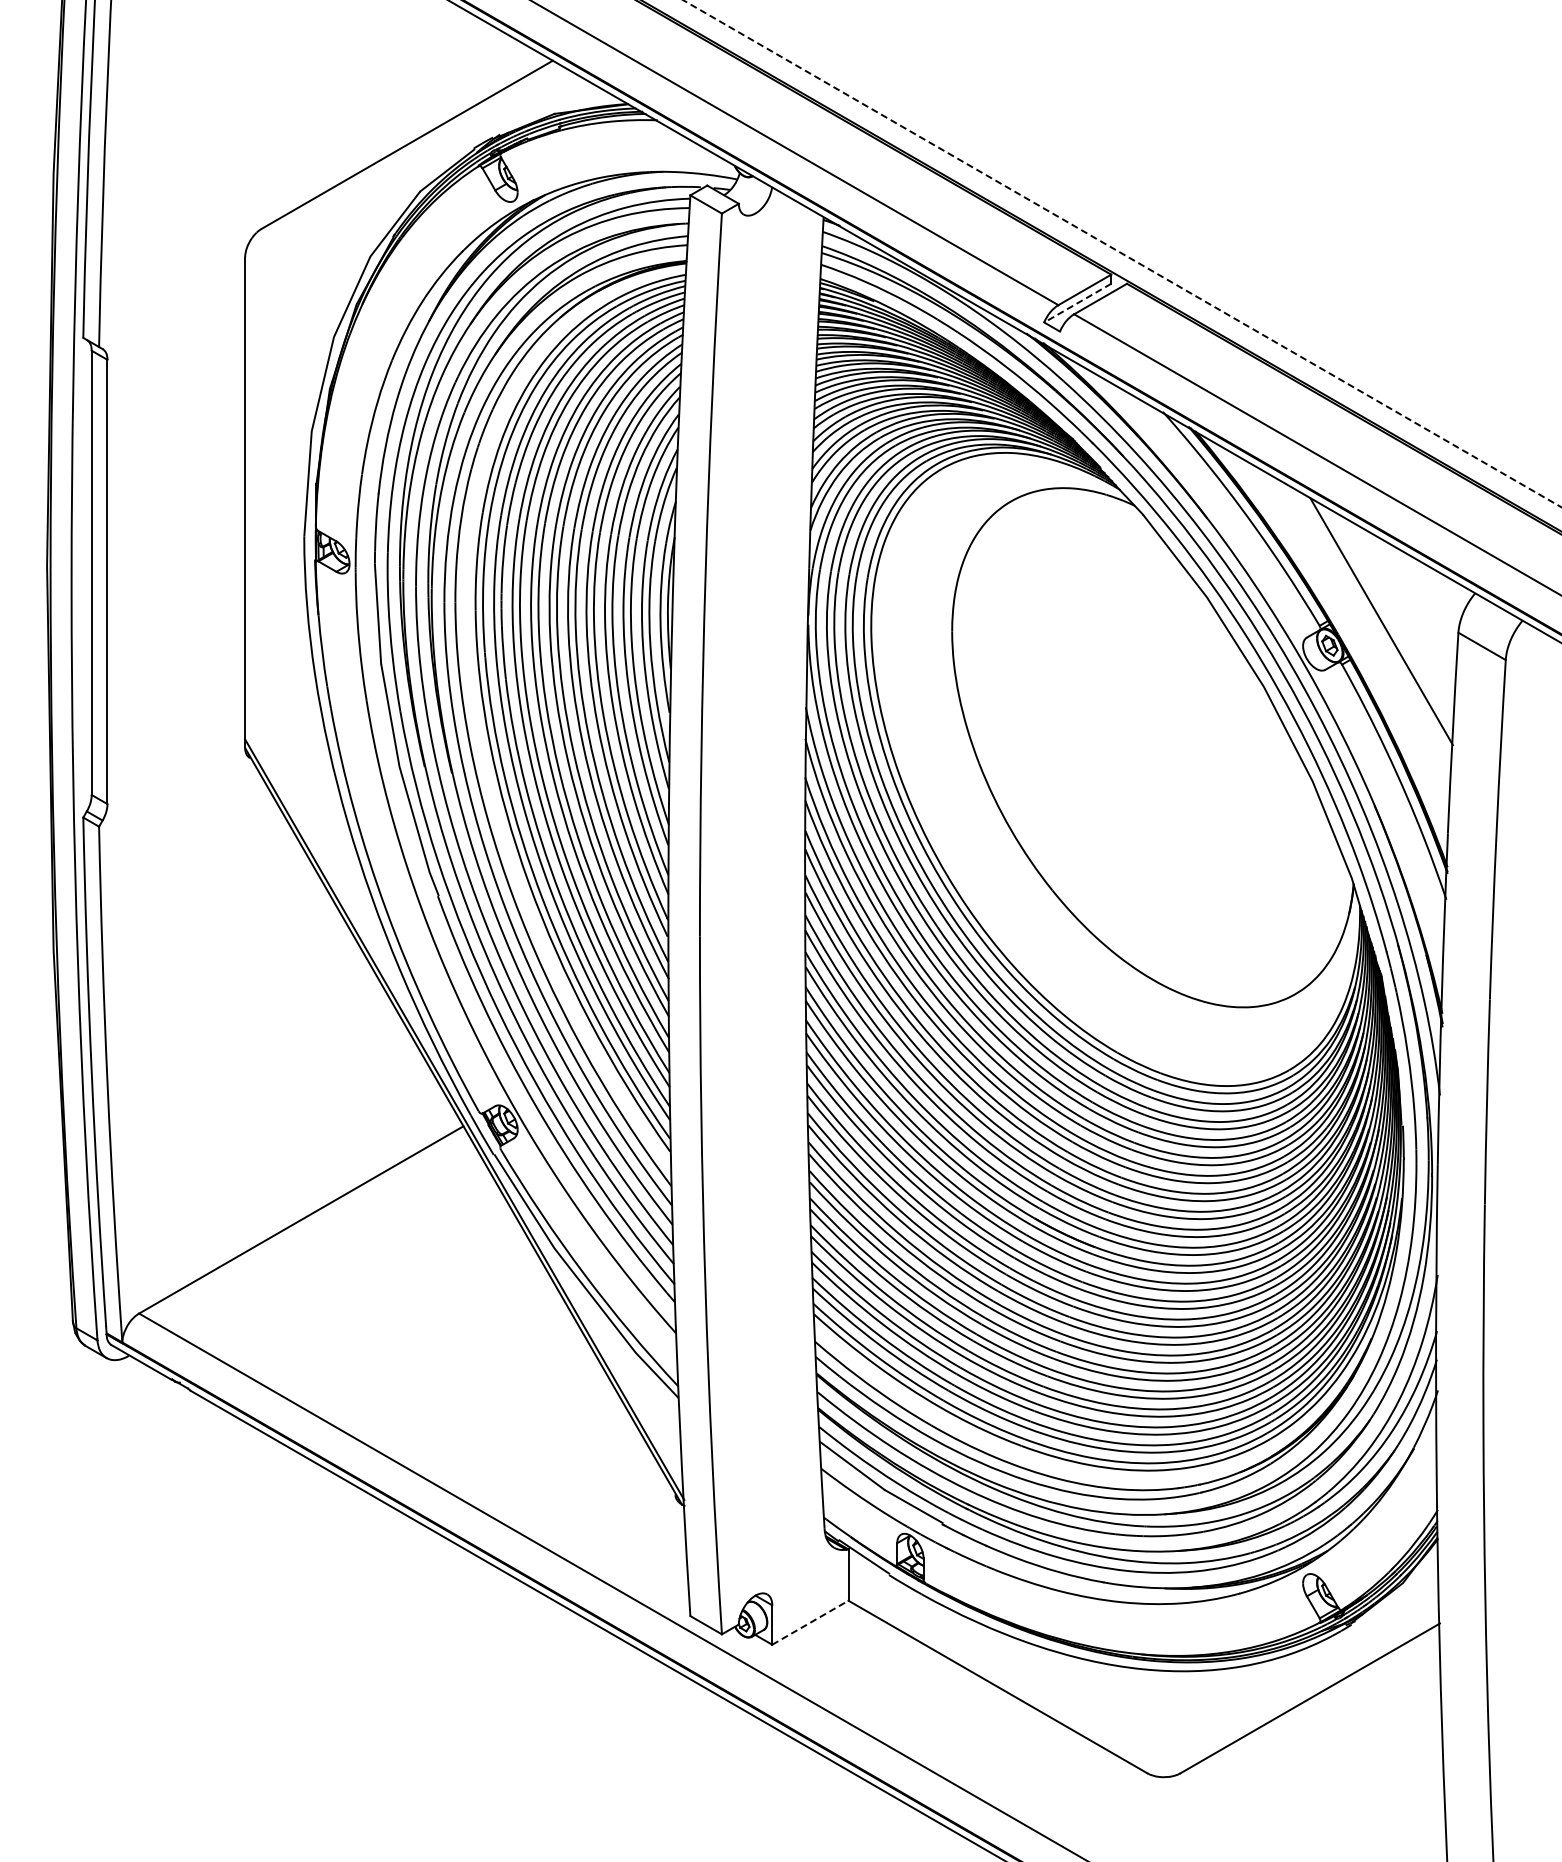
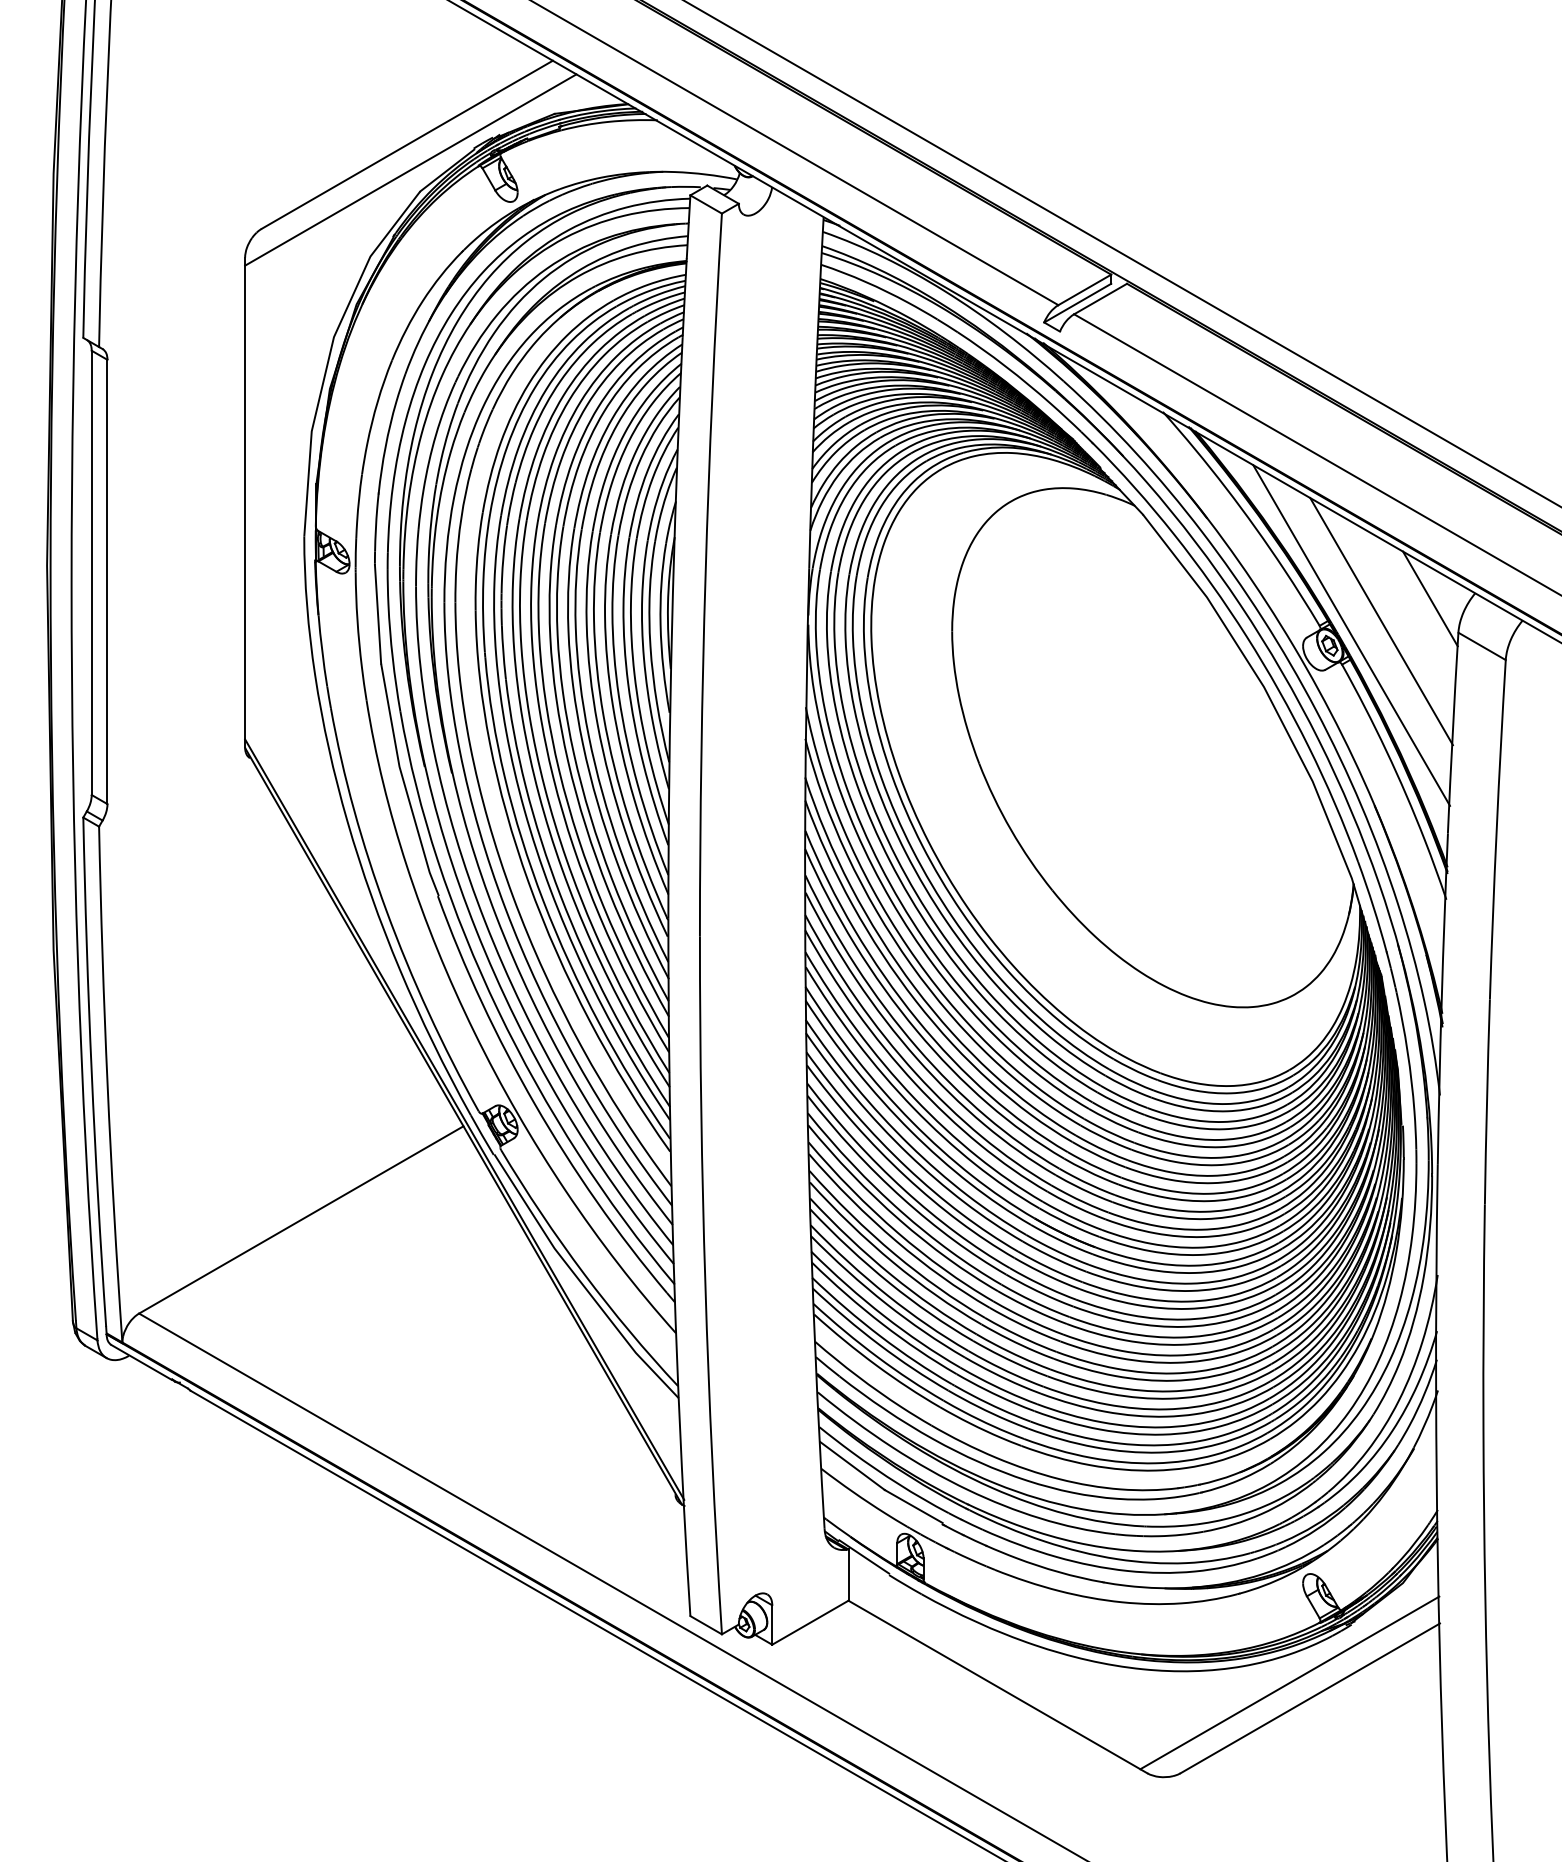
line at (410, 169): none -> present
line at (1122, 253): dashed -> solid
line at (1077, 303): dashed -> solid
line at (1430, 598): none -> present
line at (1351, 635): none -> present
line at (810, 1622): dashed -> solid
line at (1289, 1682): none -> present
